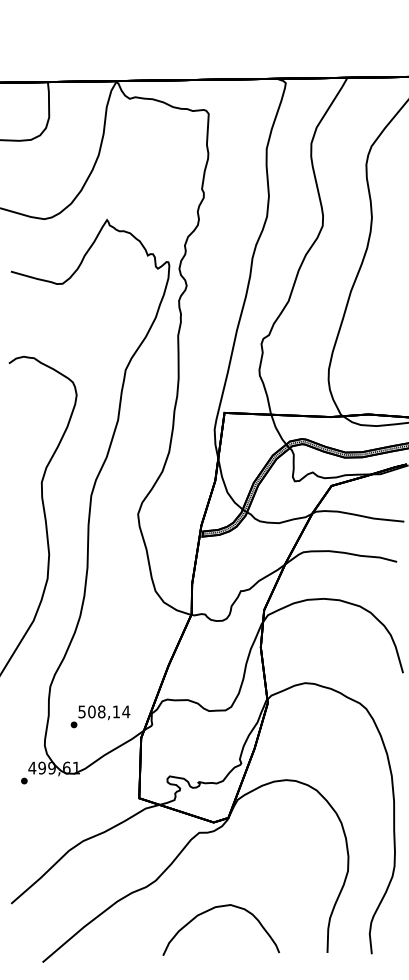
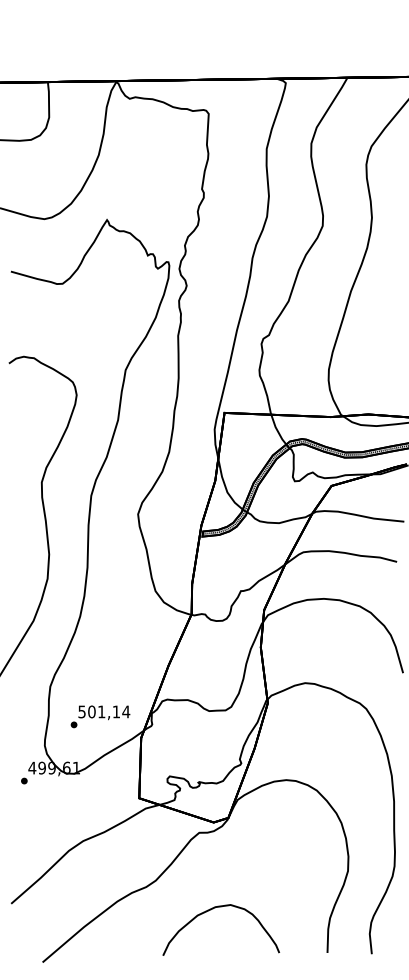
text at (101, 711): 508,14 -> 501,14
